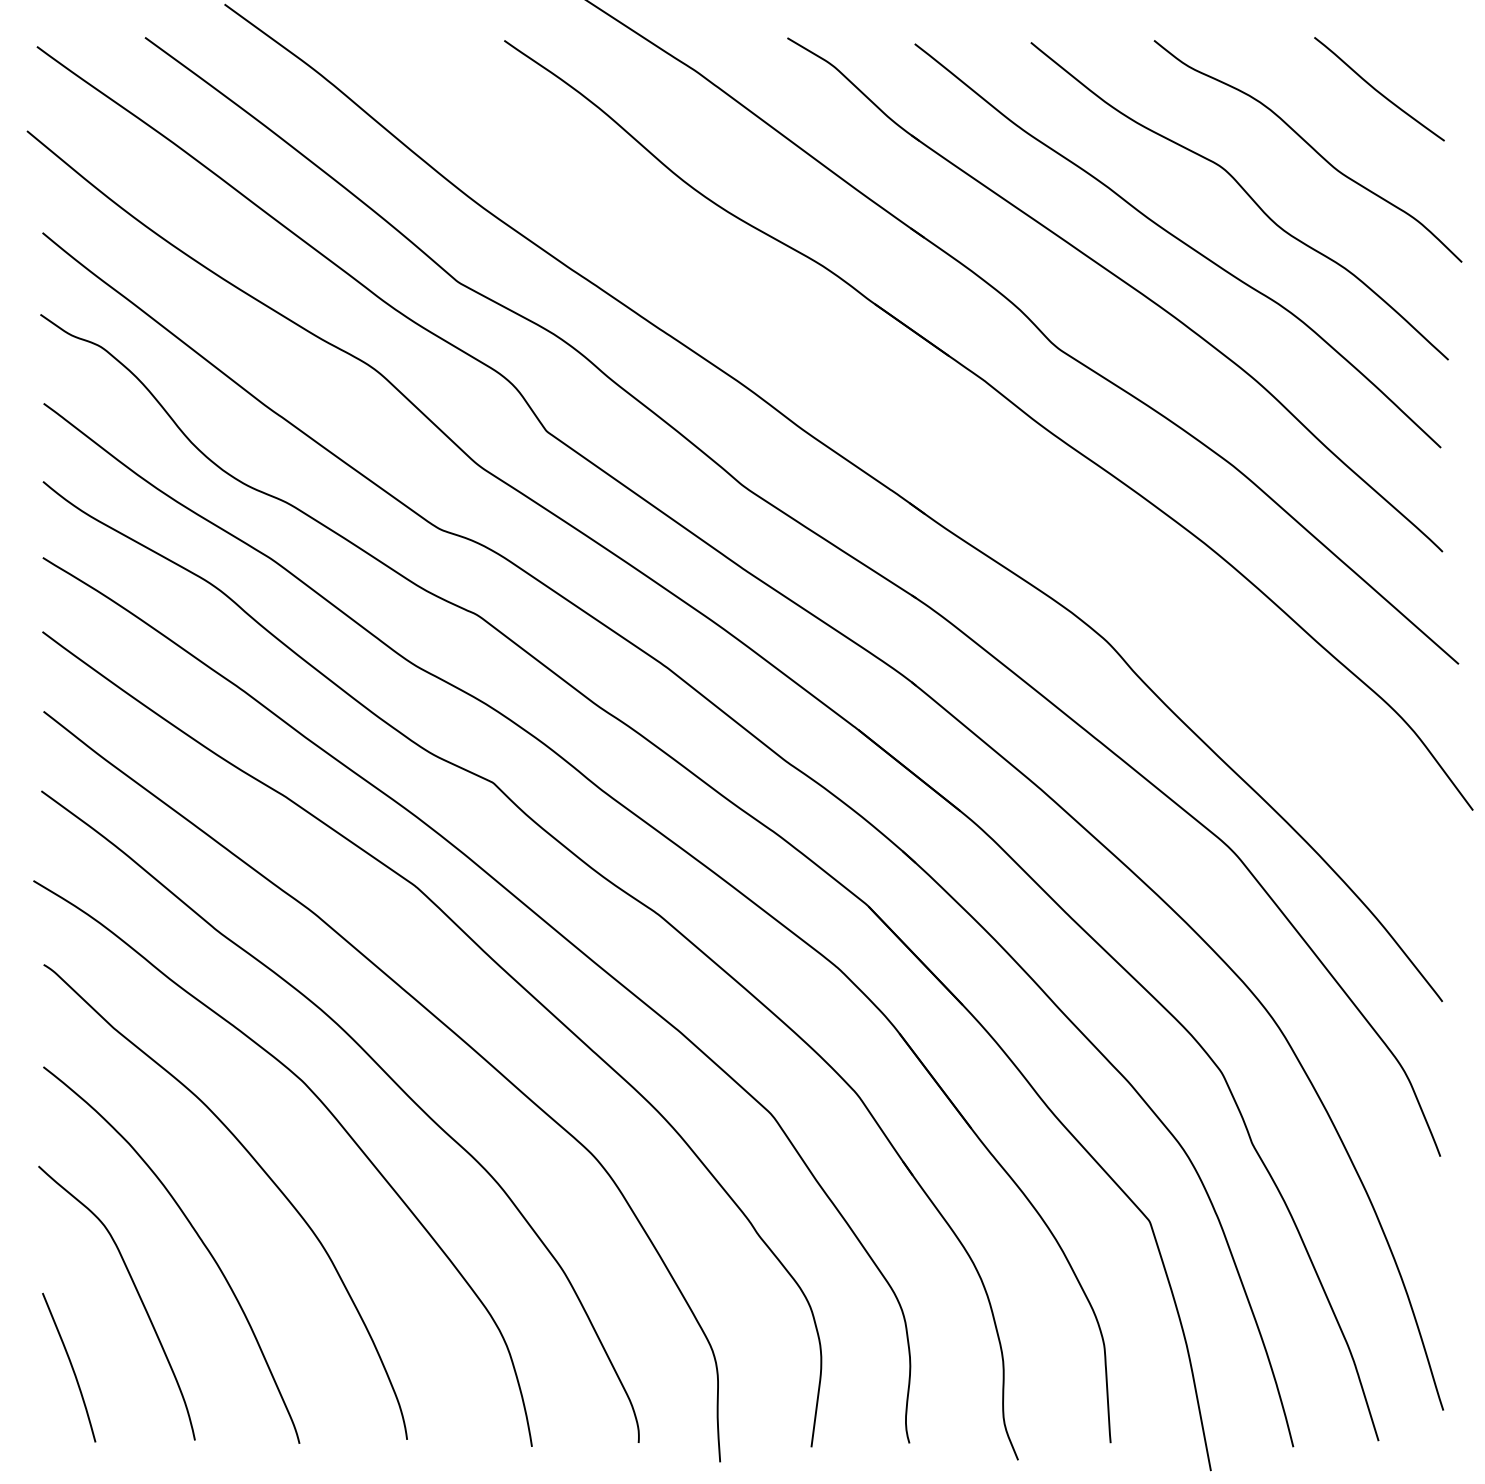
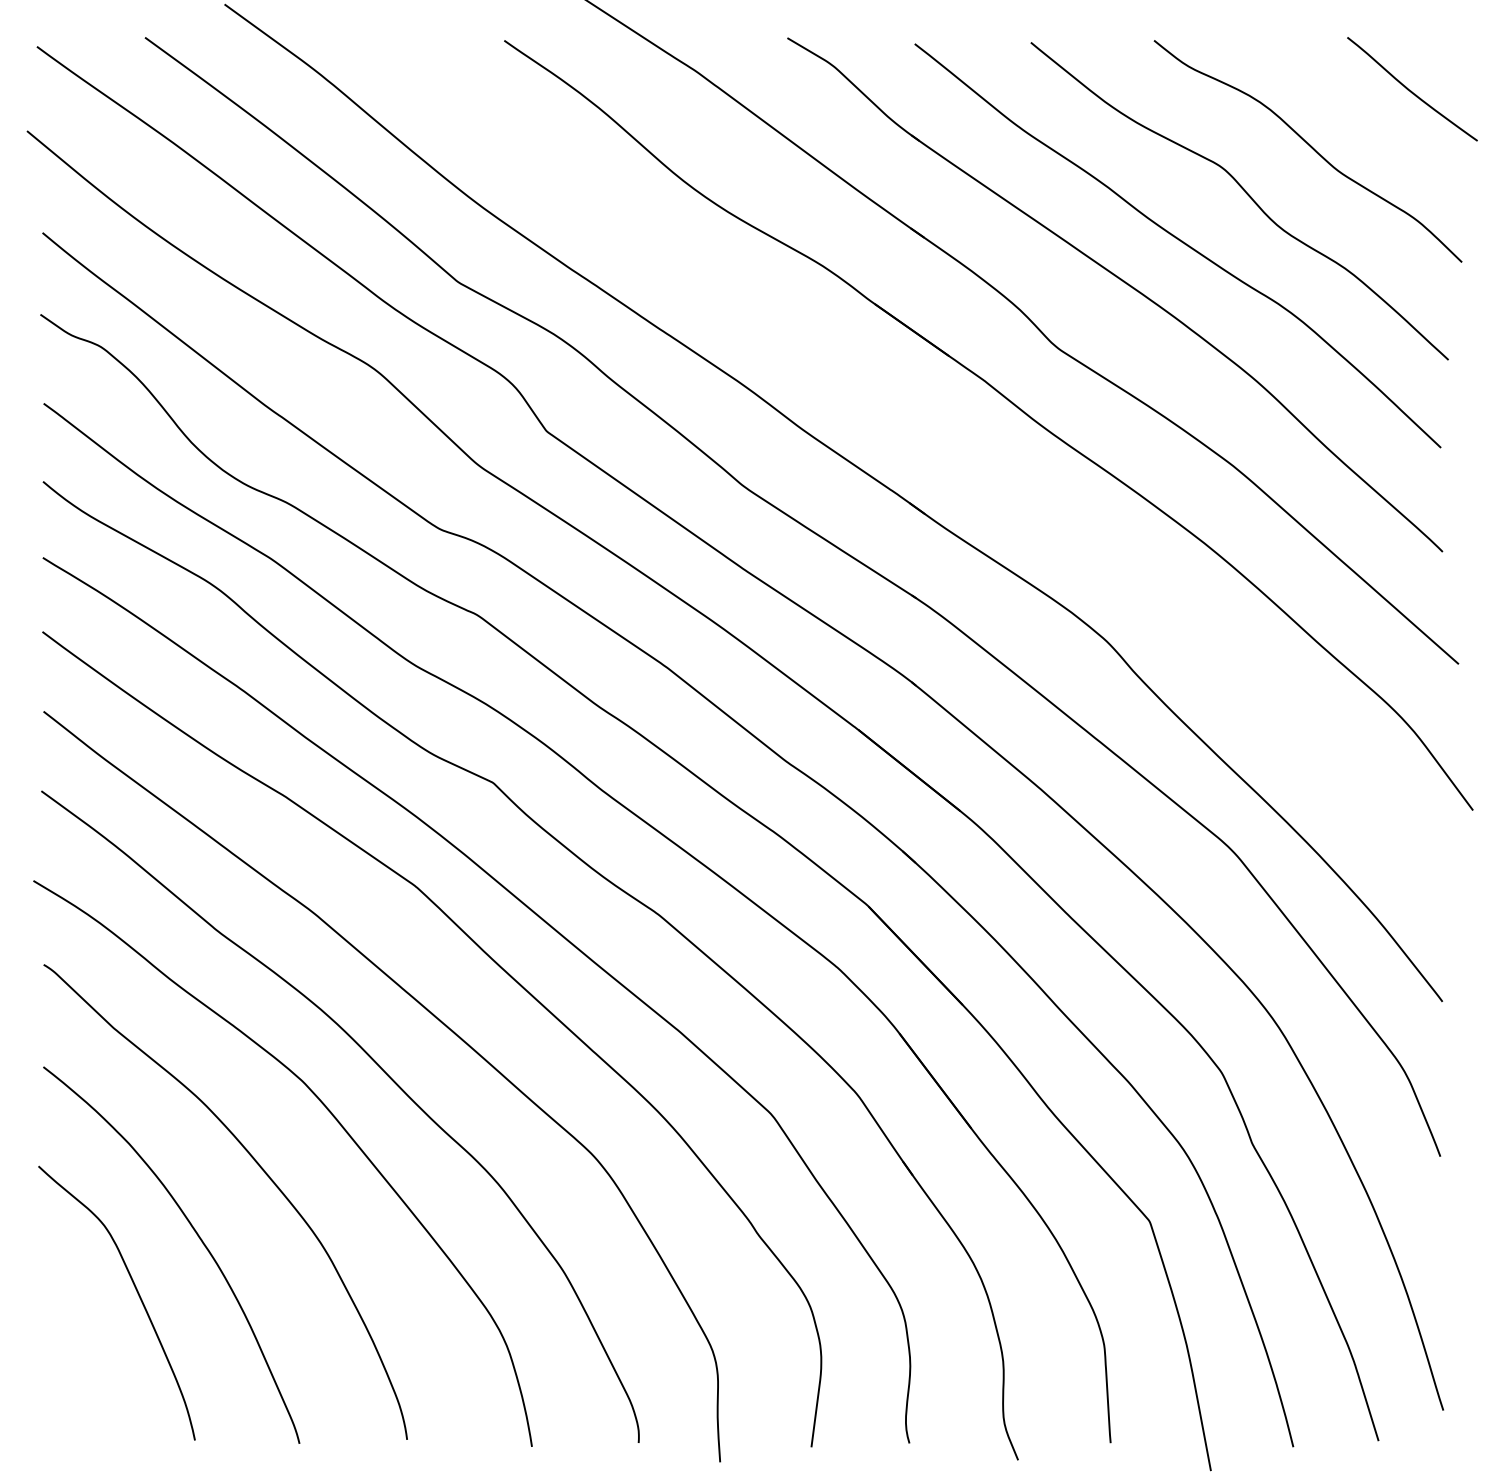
curve at (1378, 90) position: (1378, 90) -> (1411, 90)
curve at (71, 1367): present -> none
